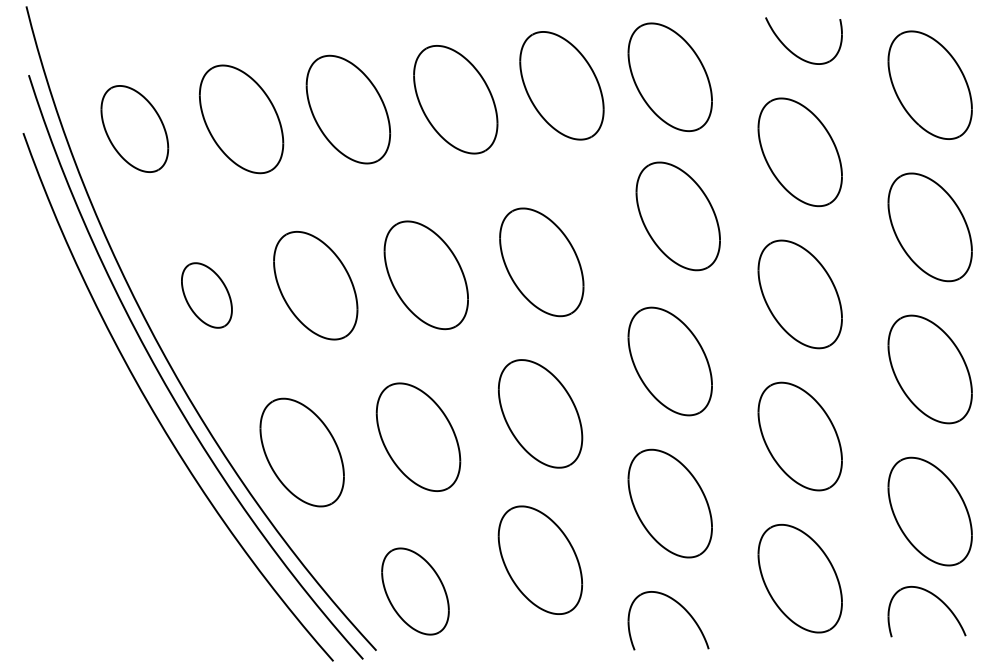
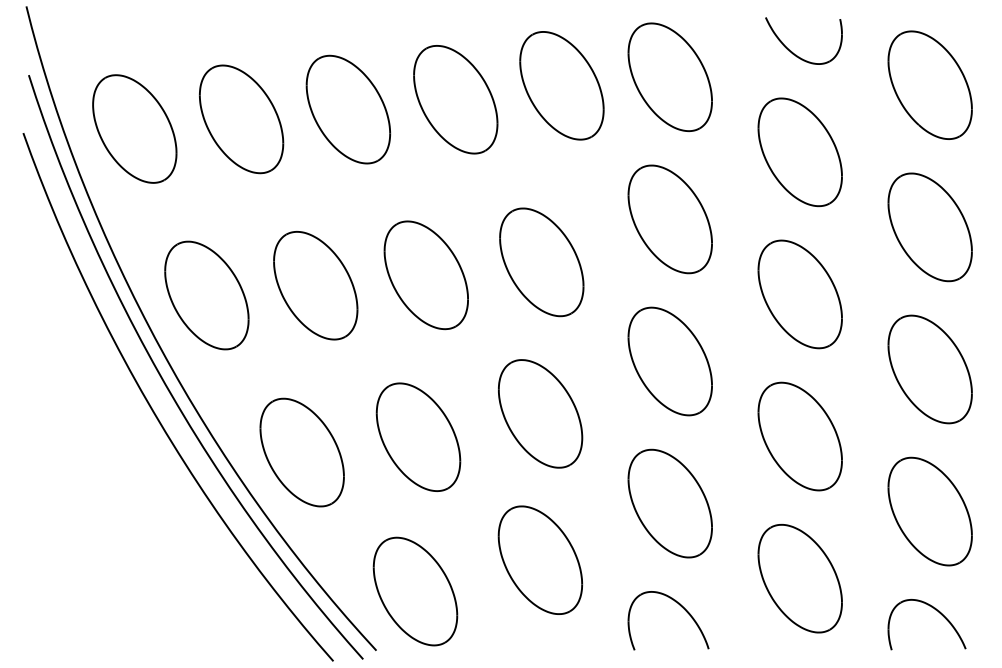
part at (134, 128) size: 70x88 px -> 86x110 px
part at (677, 216) position: (677, 216) -> (669, 219)
part at (206, 295) size: 52x67 px -> 86x111 px
part at (415, 591) size: 69x89 px -> 87x111 px
part at (935, 597) position: (935, 597) -> (935, 610)
